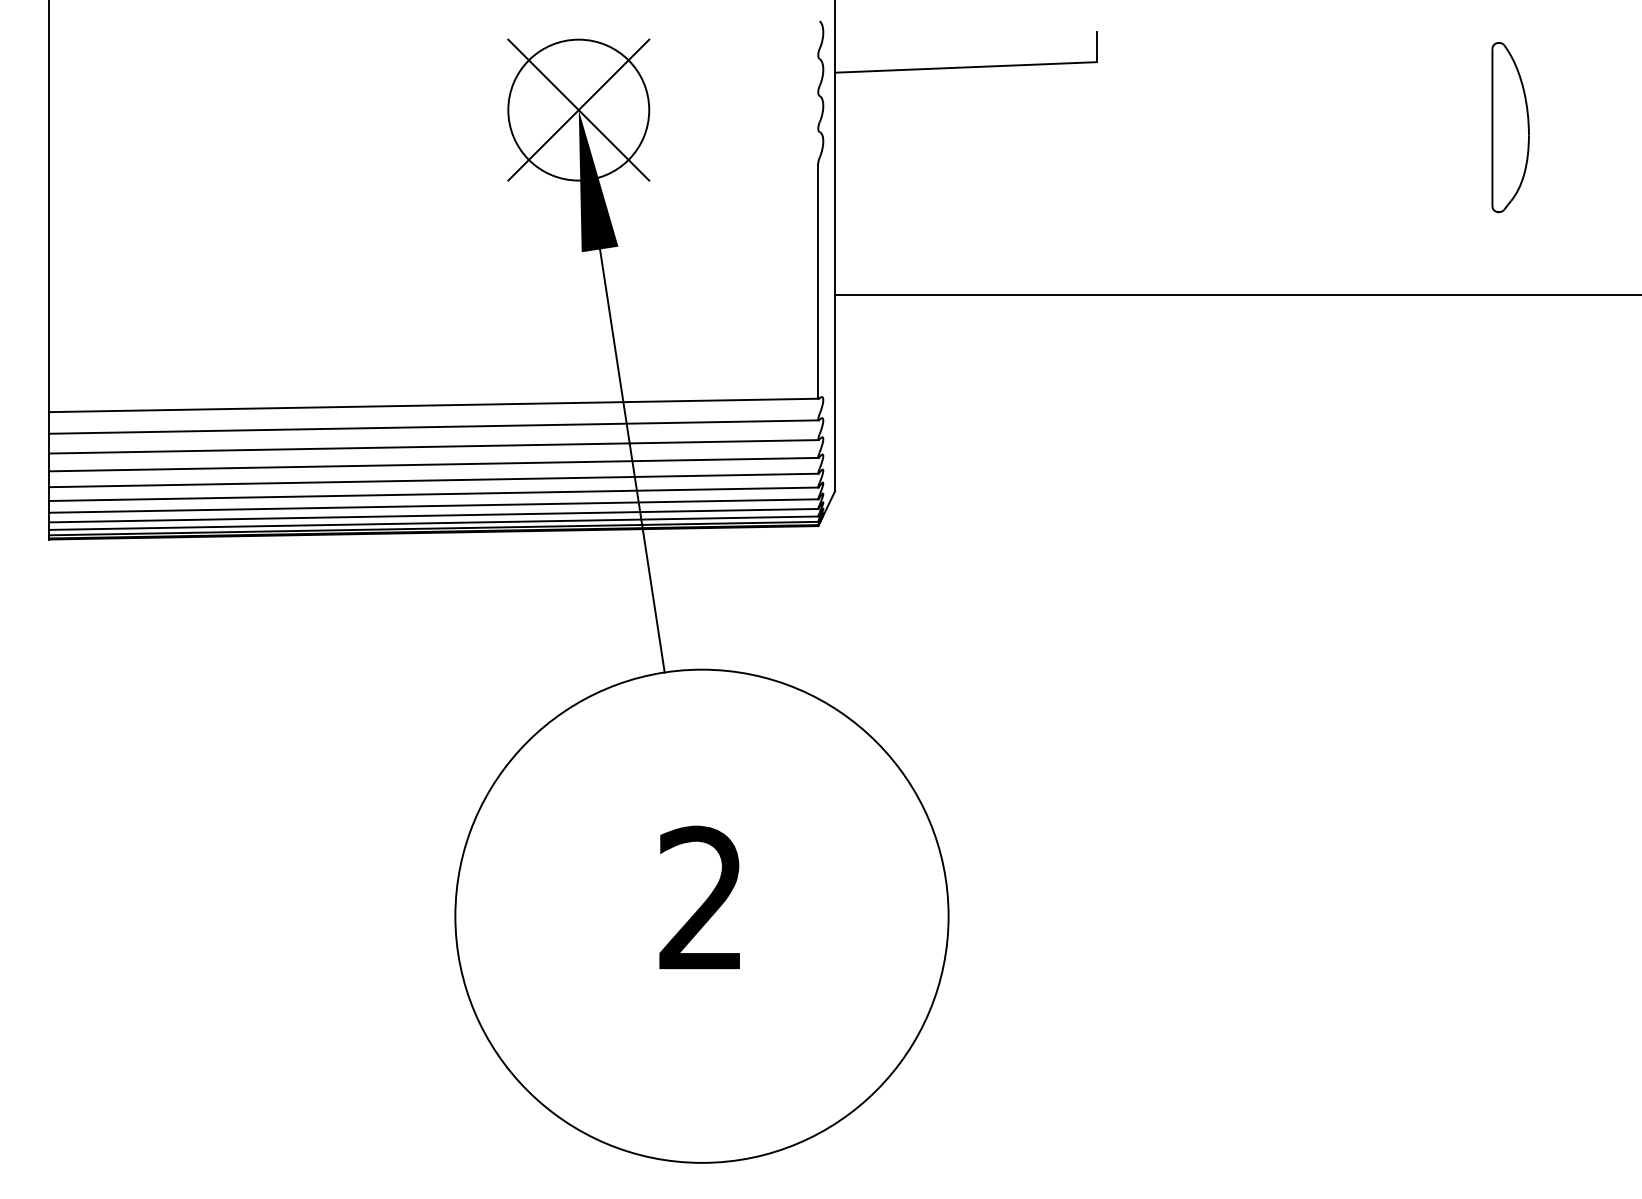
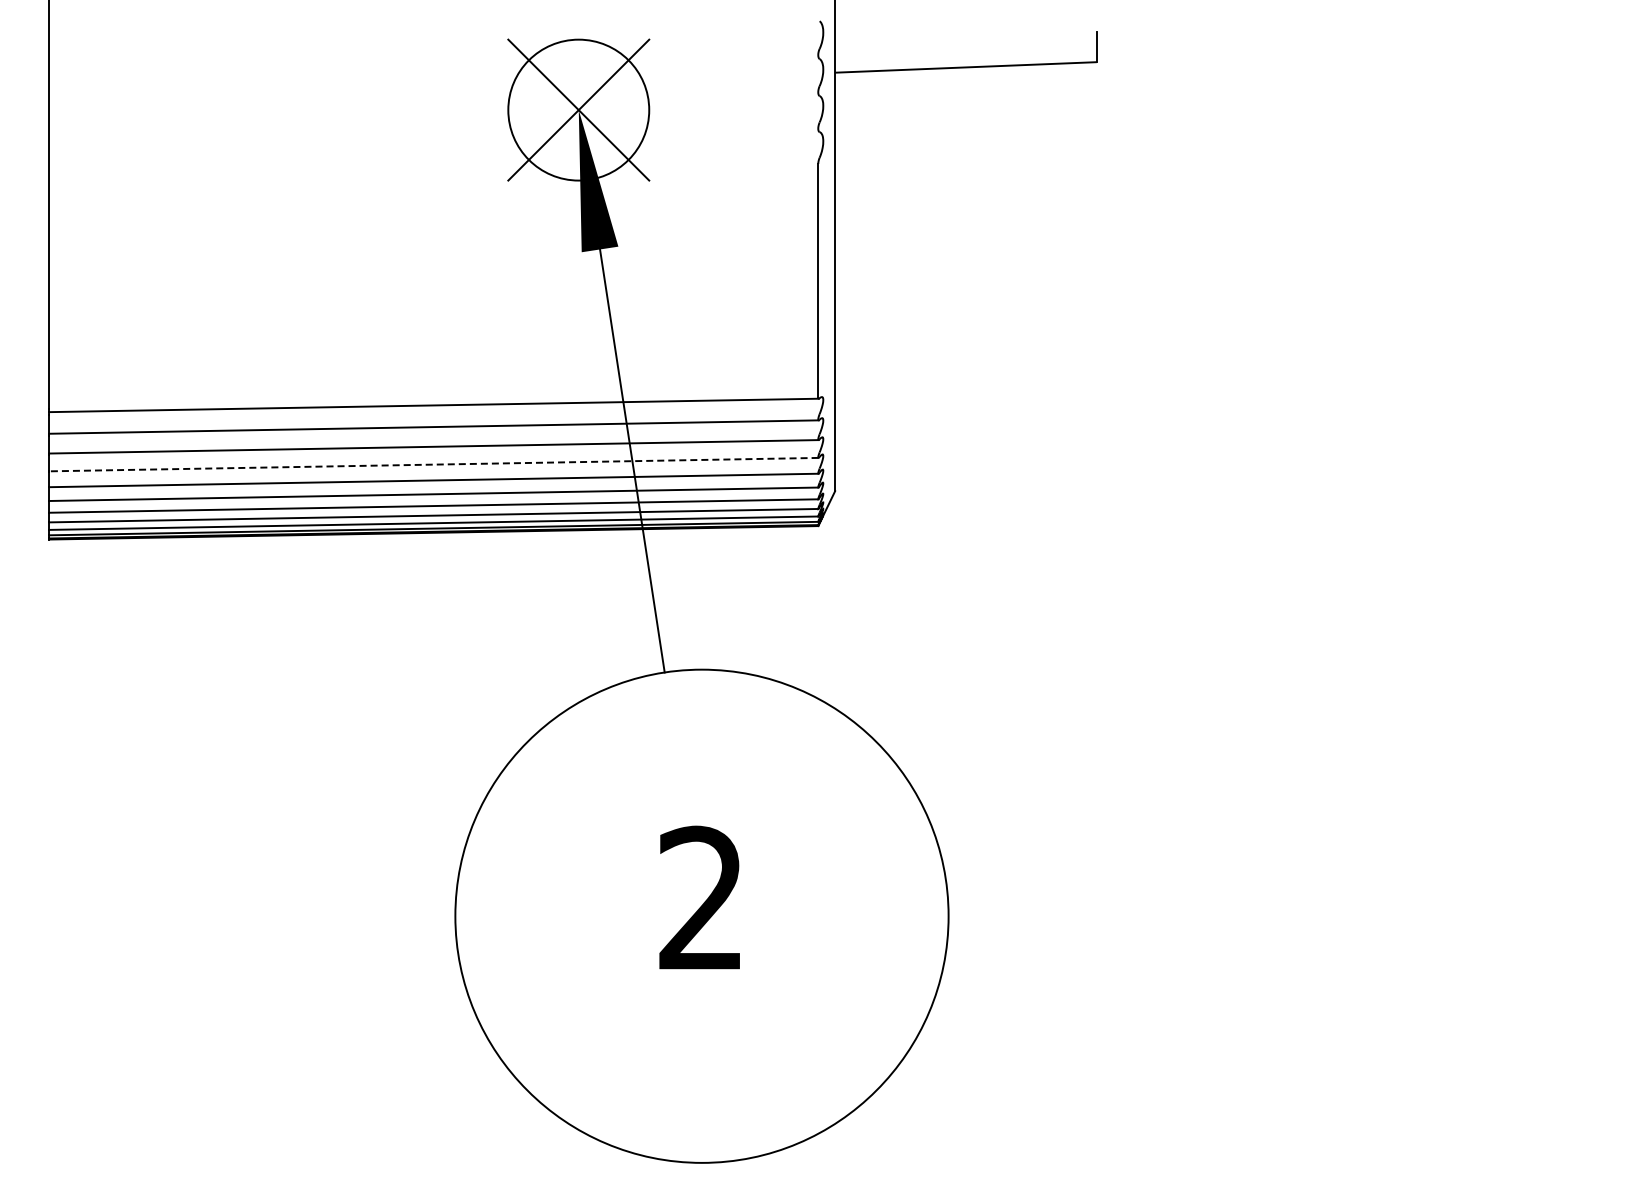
part at (1510, 127): present -> none
line at (1236, 295): present -> none
line at (433, 464): solid -> dashed
